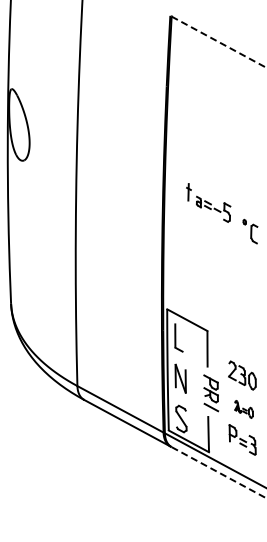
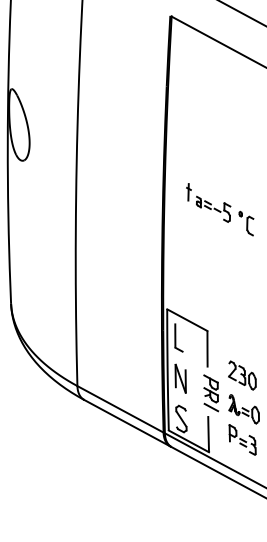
line at (242, 13): none -> present
line at (219, 42): dashed -> solid
part at (250, 231) position: (250, 231) -> (246, 223)
part at (243, 409) size: 20x19 px -> 32x31 px
line at (219, 472): dashed -> solid
